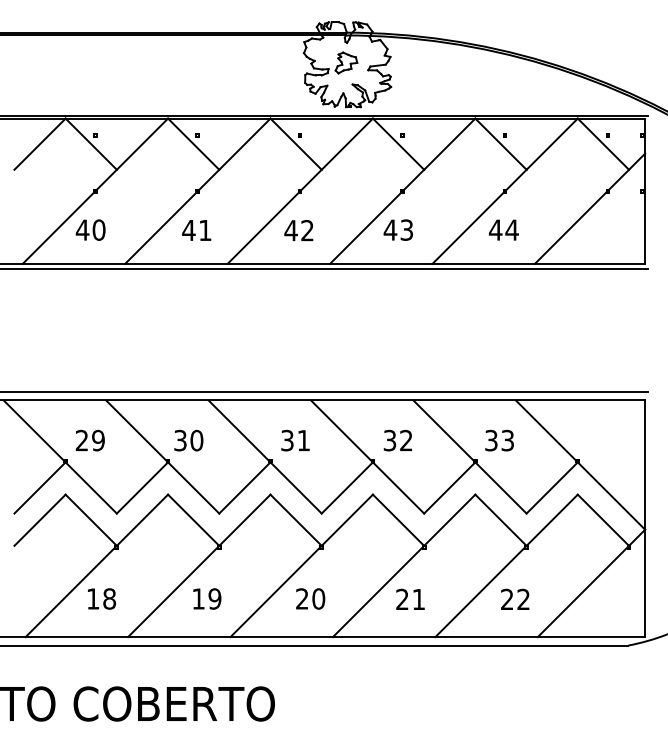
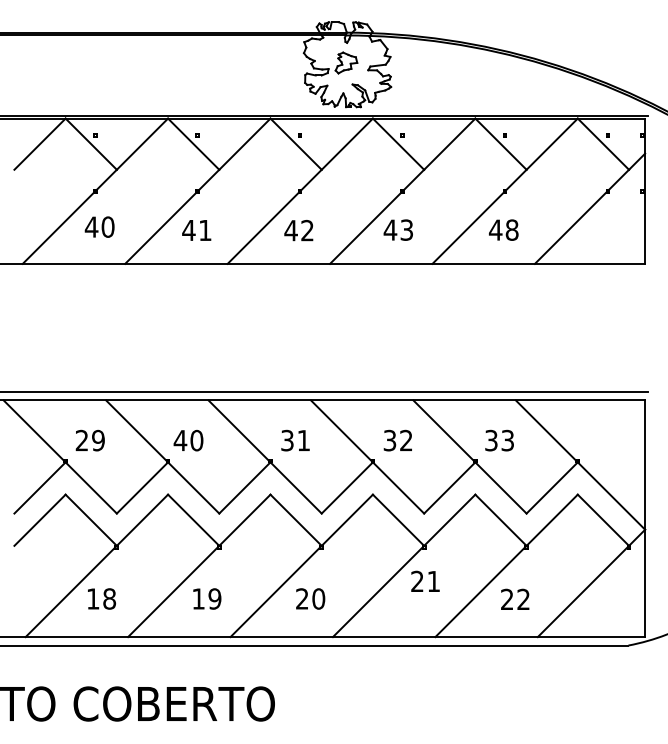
text at (90, 229) position: (90, 229) -> (99, 226)
text at (511, 229): 44 -> 48
line at (324, 269): present -> none
text at (180, 440): 30 -> 40
text at (410, 598) position: (410, 598) -> (425, 580)
